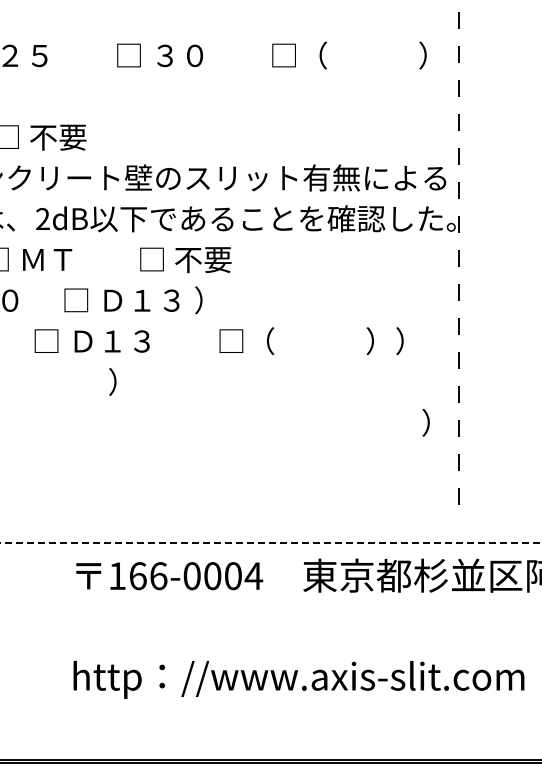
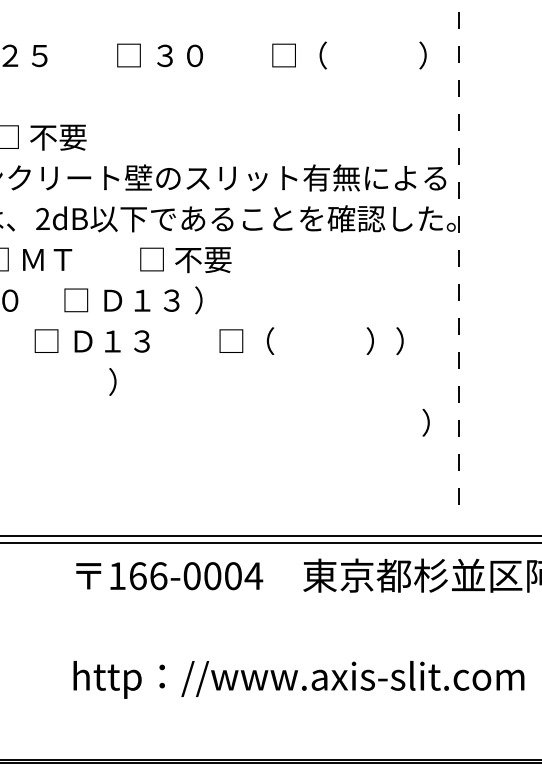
line at (270, 536): none -> present
line at (270, 542): dashed -> solid
